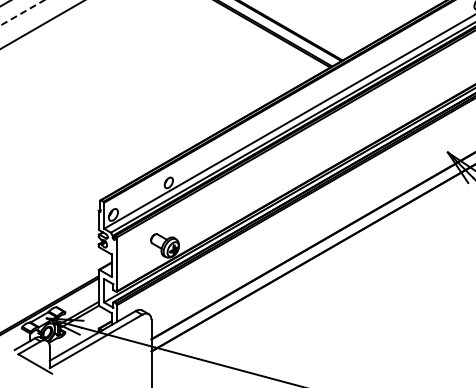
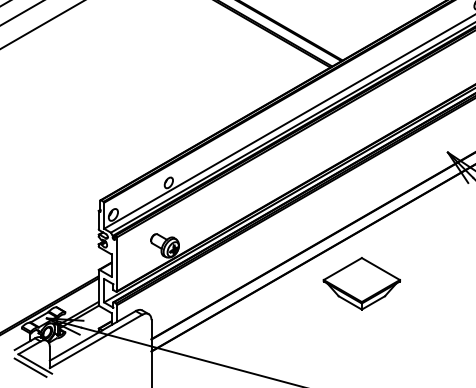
line at (22, 12): dashed -> solid
part at (361, 283): none -> present
line at (30, 367): none -> present
